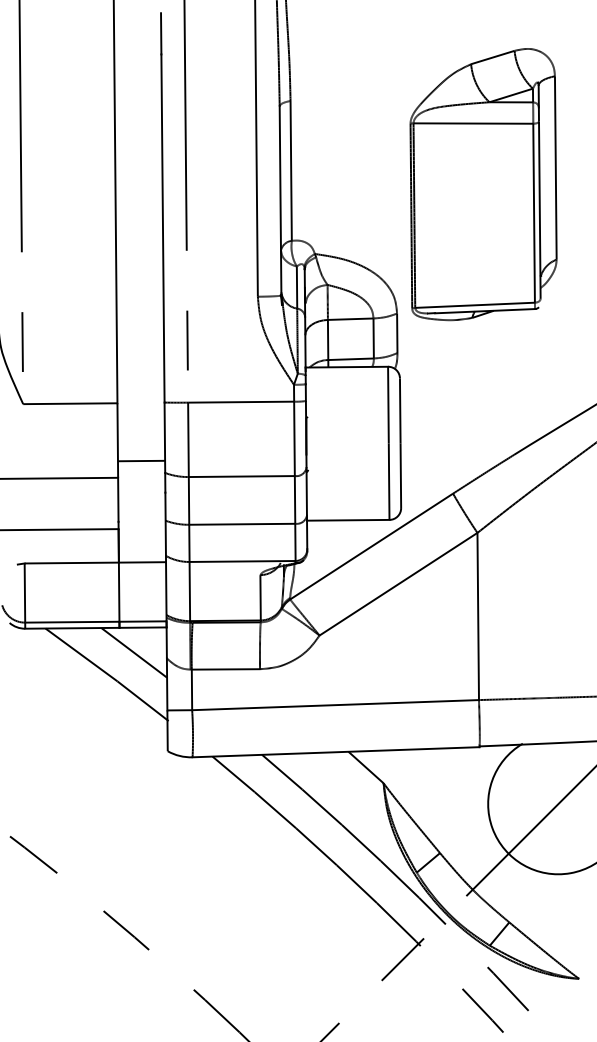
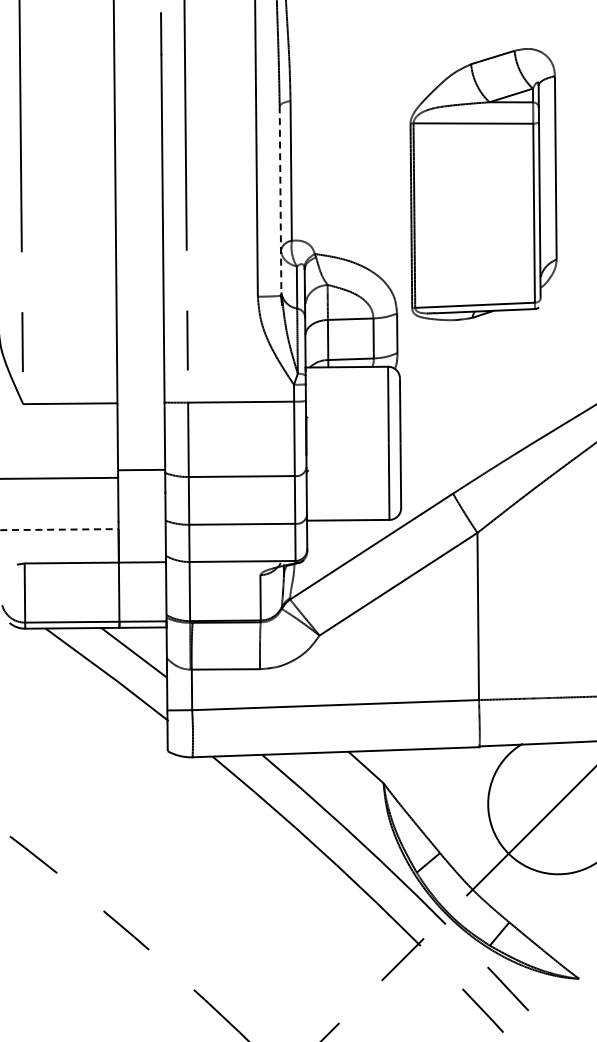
line at (280, 200): solid -> dashed
line at (141, 460) position: (141, 460) -> (141, 469)
line at (59, 529): solid -> dashed
